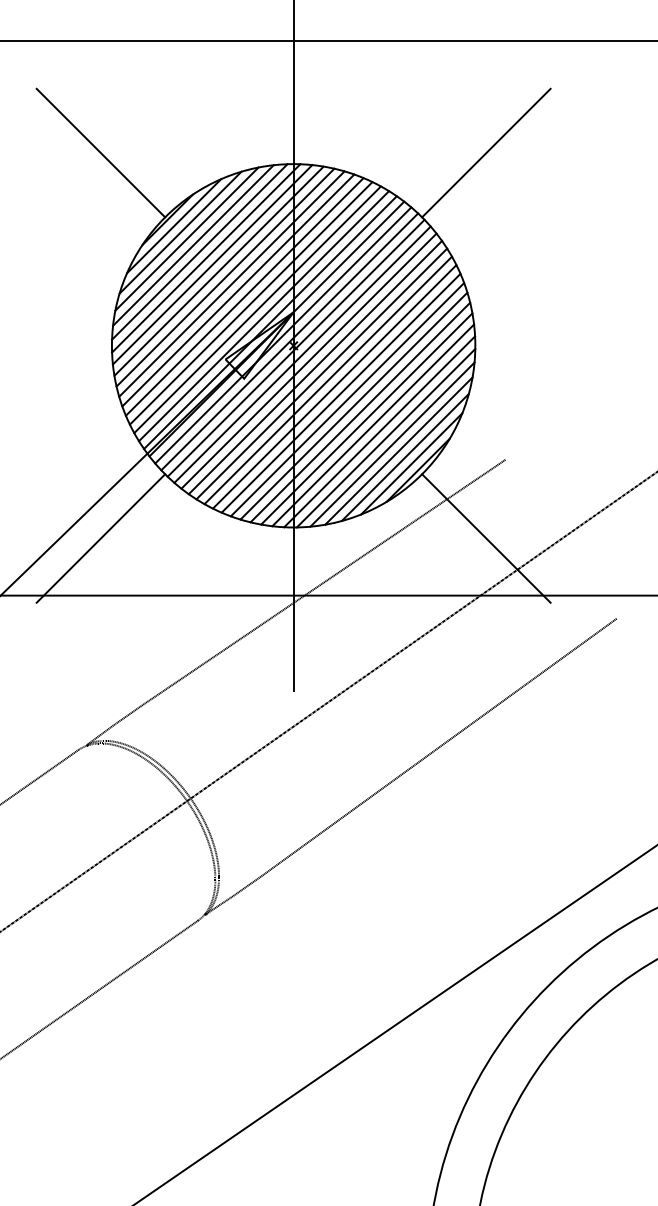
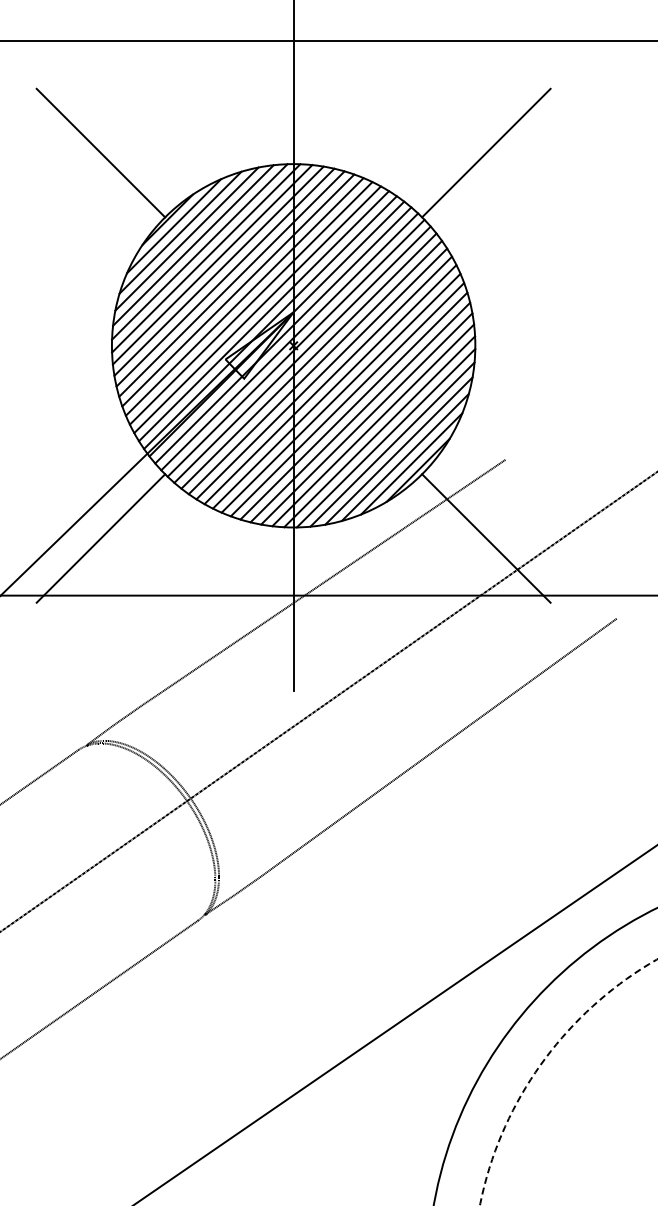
circle at (568, 1082): solid -> dashed
